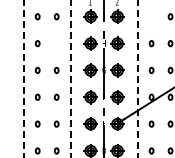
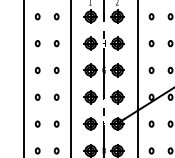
part at (151, 16): none -> present
part at (56, 43): none -> present
line at (23, 79): dashed -> solid
line at (70, 79): dashed -> solid
line at (137, 79): dashed -> solid
